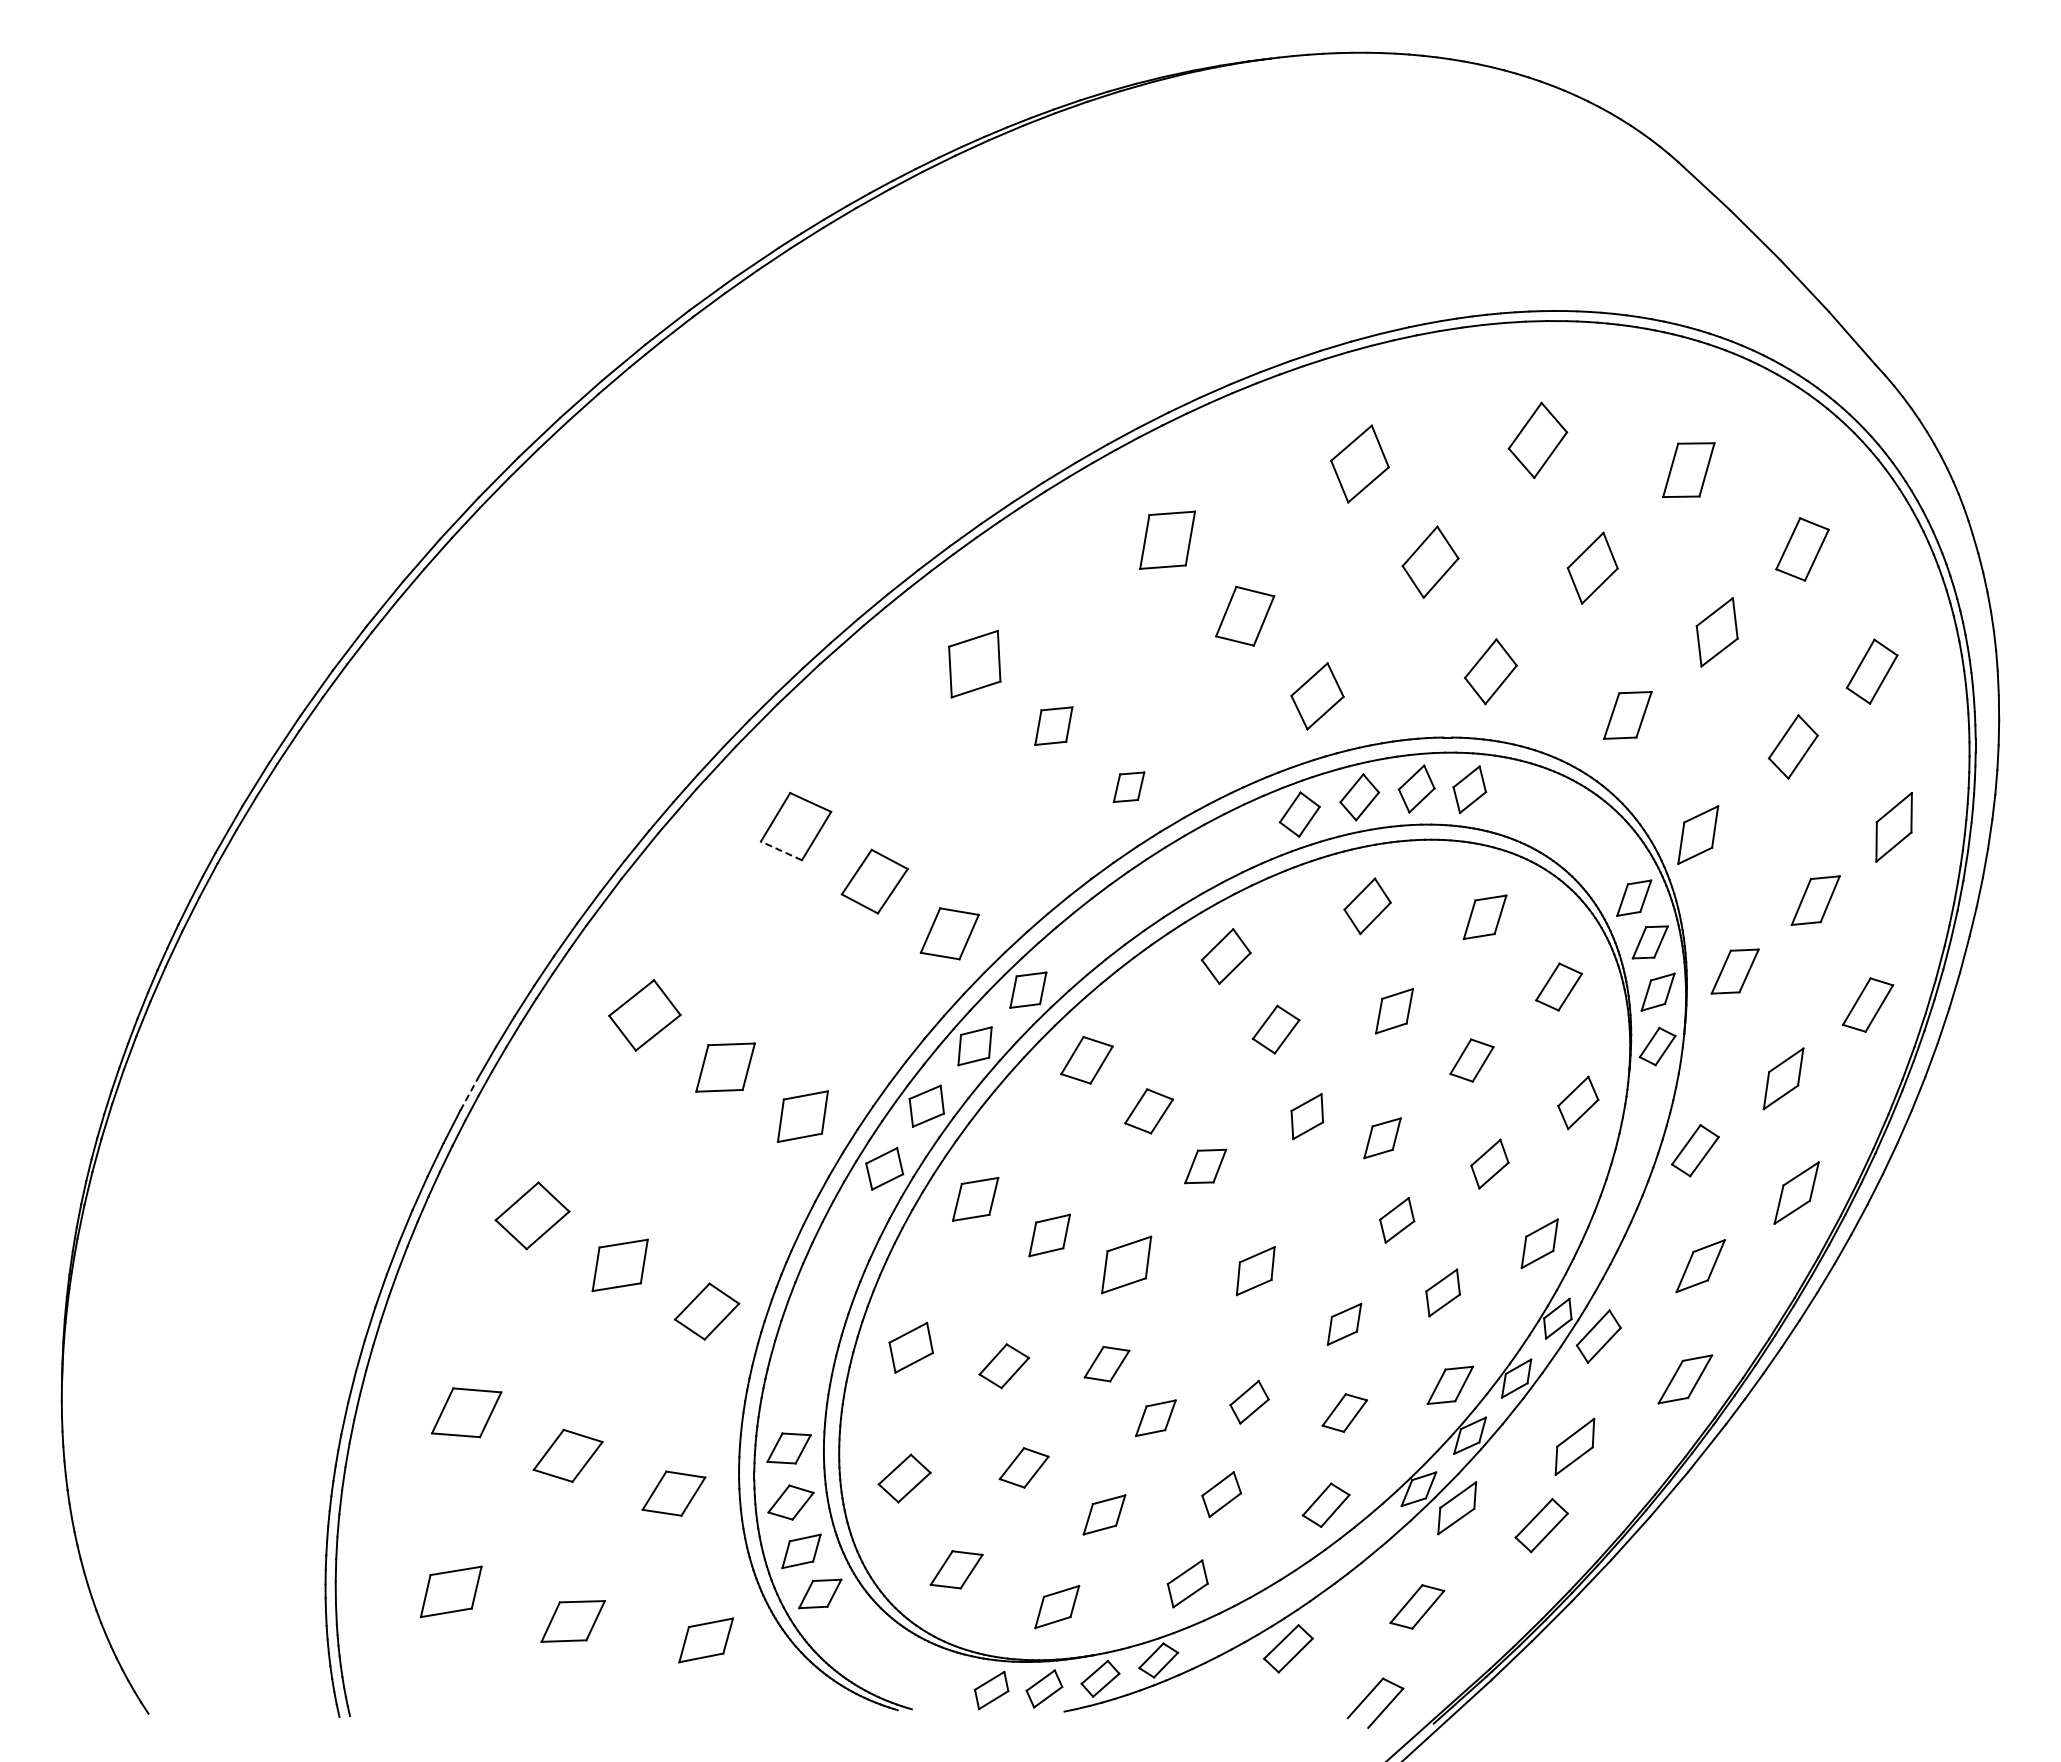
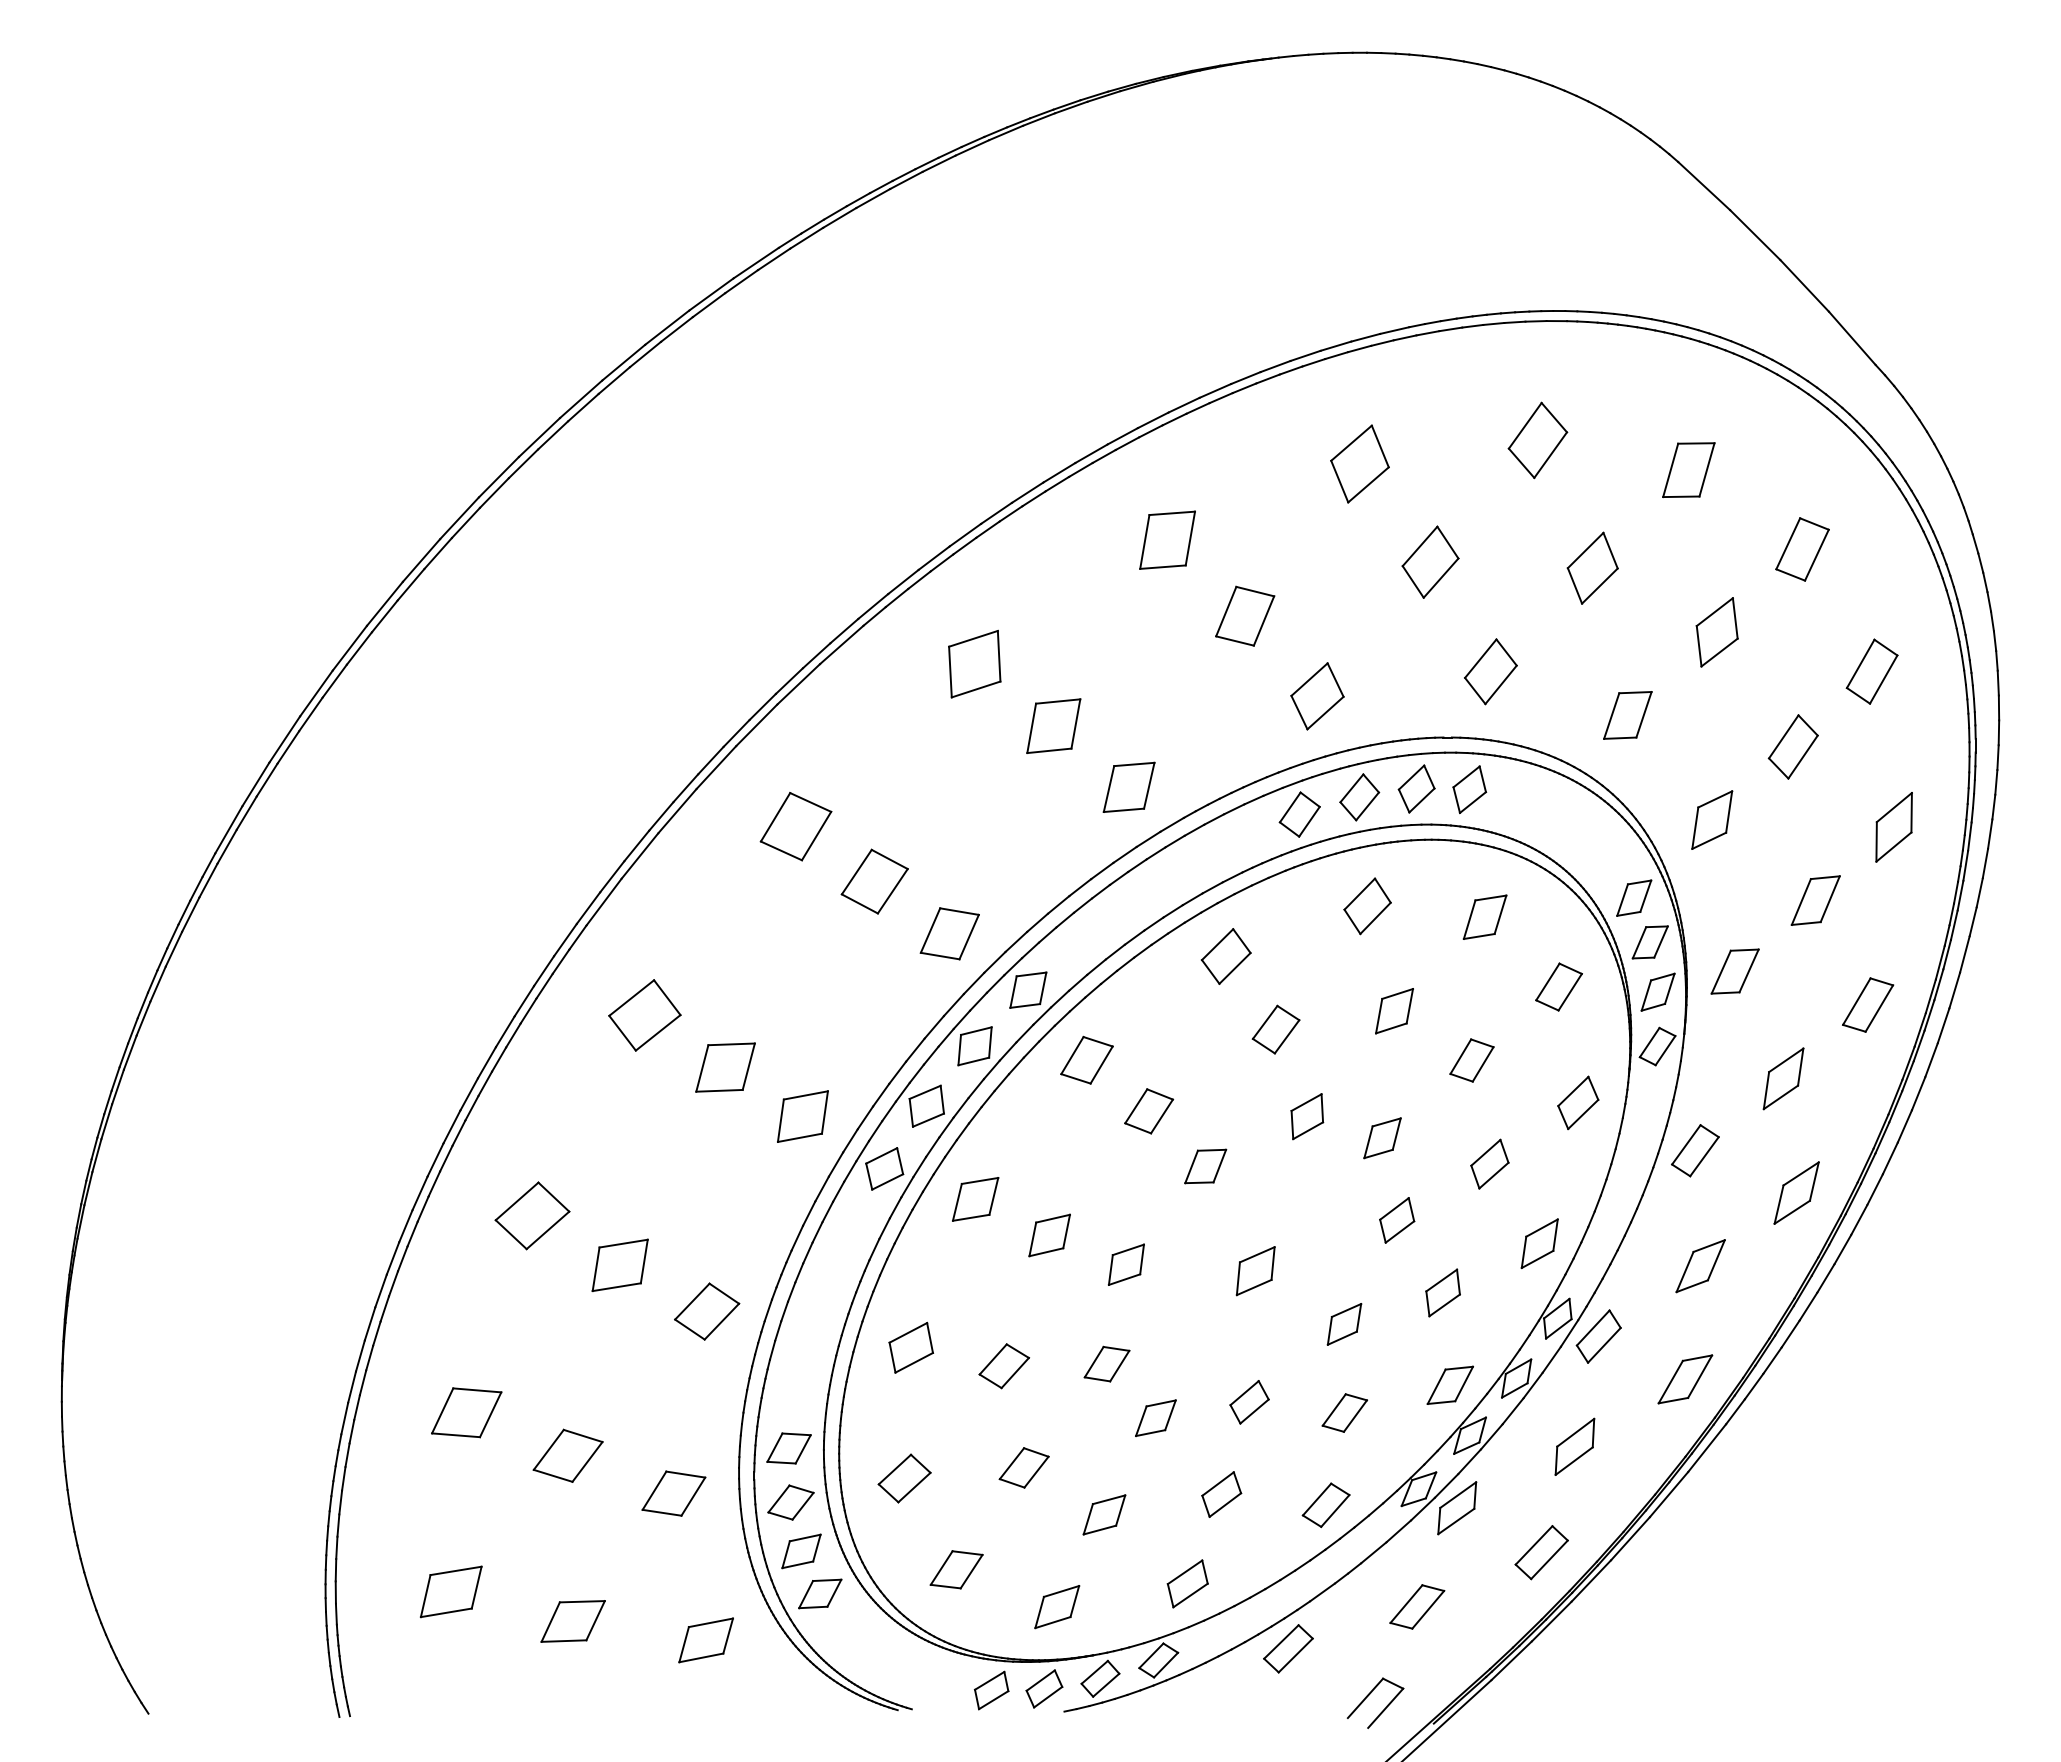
part at (1053, 725) size: 40x40 px -> 56x56 px
part at (1128, 786) size: 34x32 px -> 54x52 px
part at (1698, 834) position: (1698, 834) -> (1712, 819)
line at (781, 850): dashed -> solid
line at (469, 1094): dashed -> solid
part at (1126, 1264) size: 52x60 px -> 38x43 px
part at (1541, 1525) position: (1541, 1525) -> (1541, 1552)
